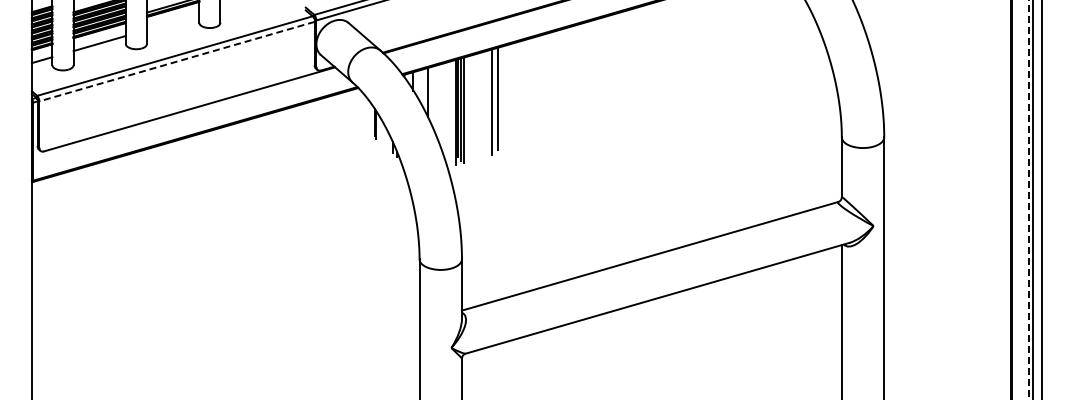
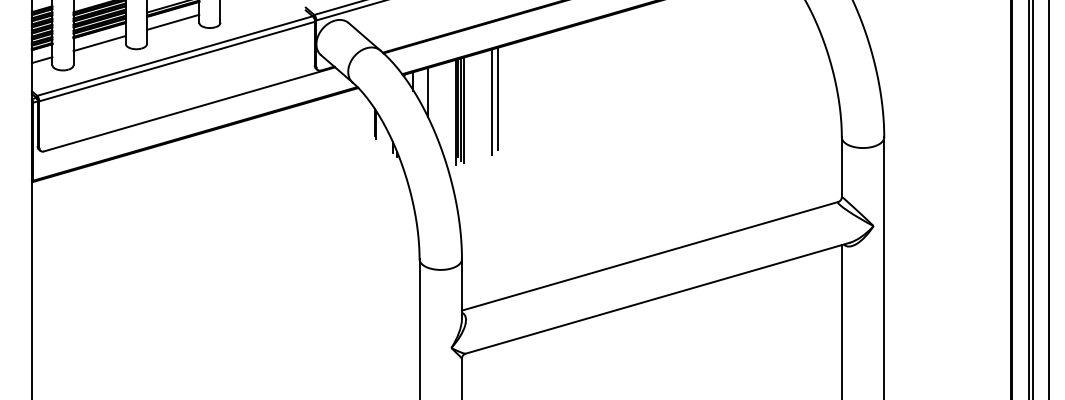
line at (173, 21): none -> present
line at (176, 61): dashed -> solid
line at (1042, 199) position: (1042, 199) -> (1049, 199)
line at (1028, 200): dashed -> solid
